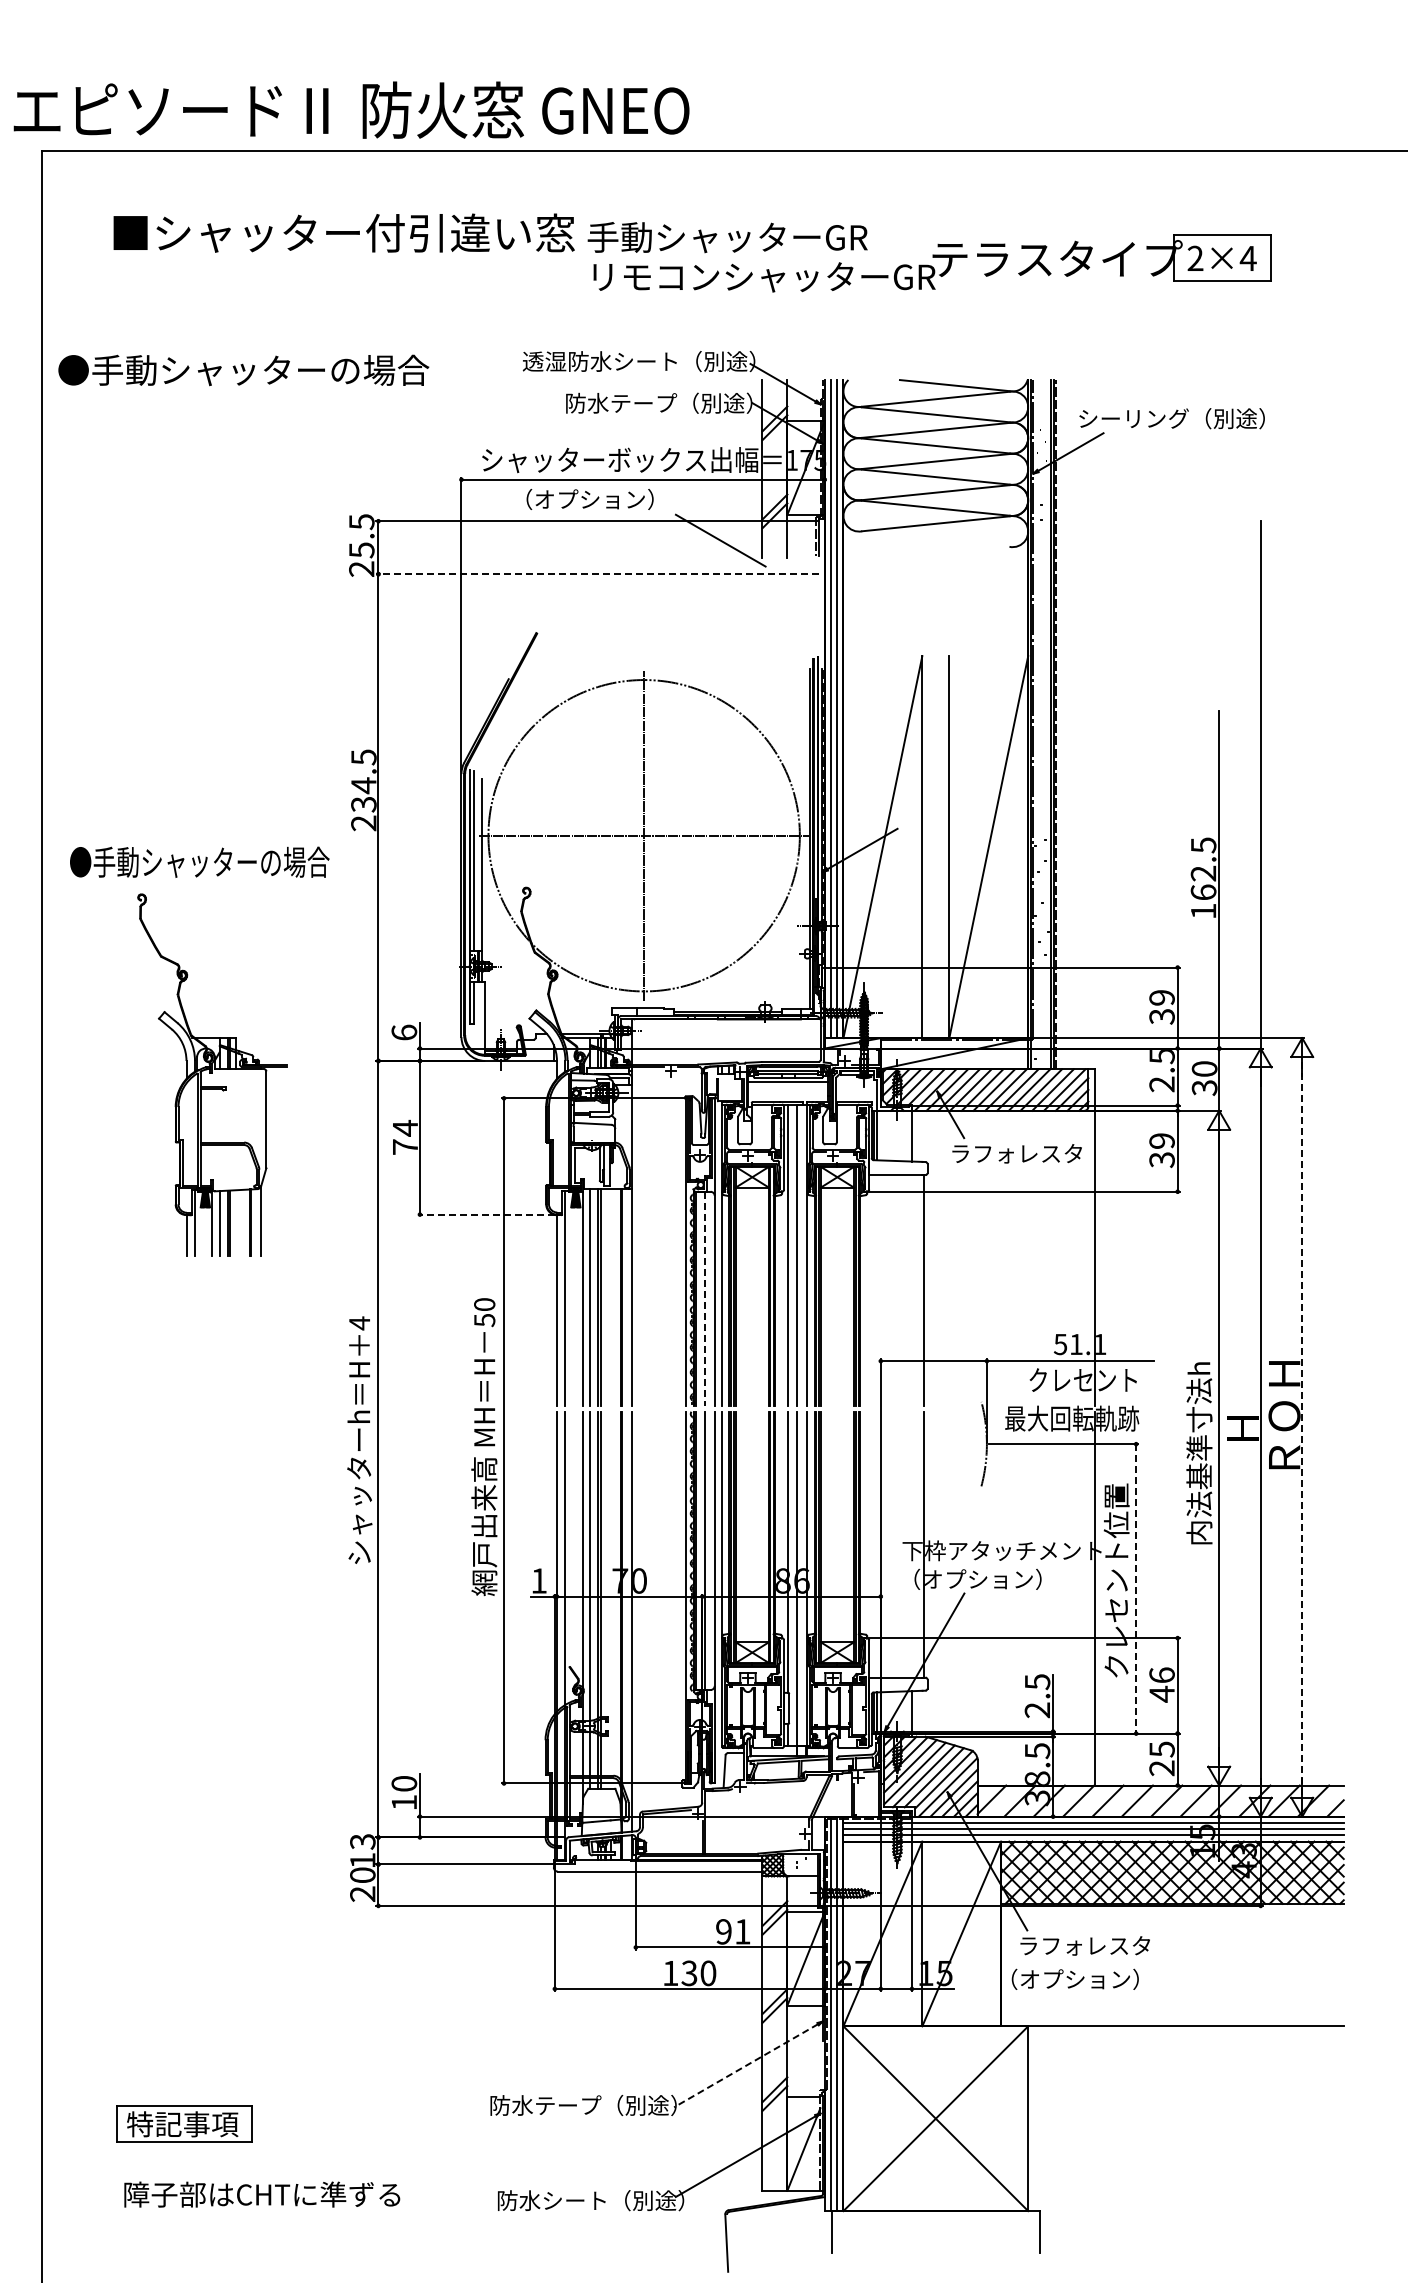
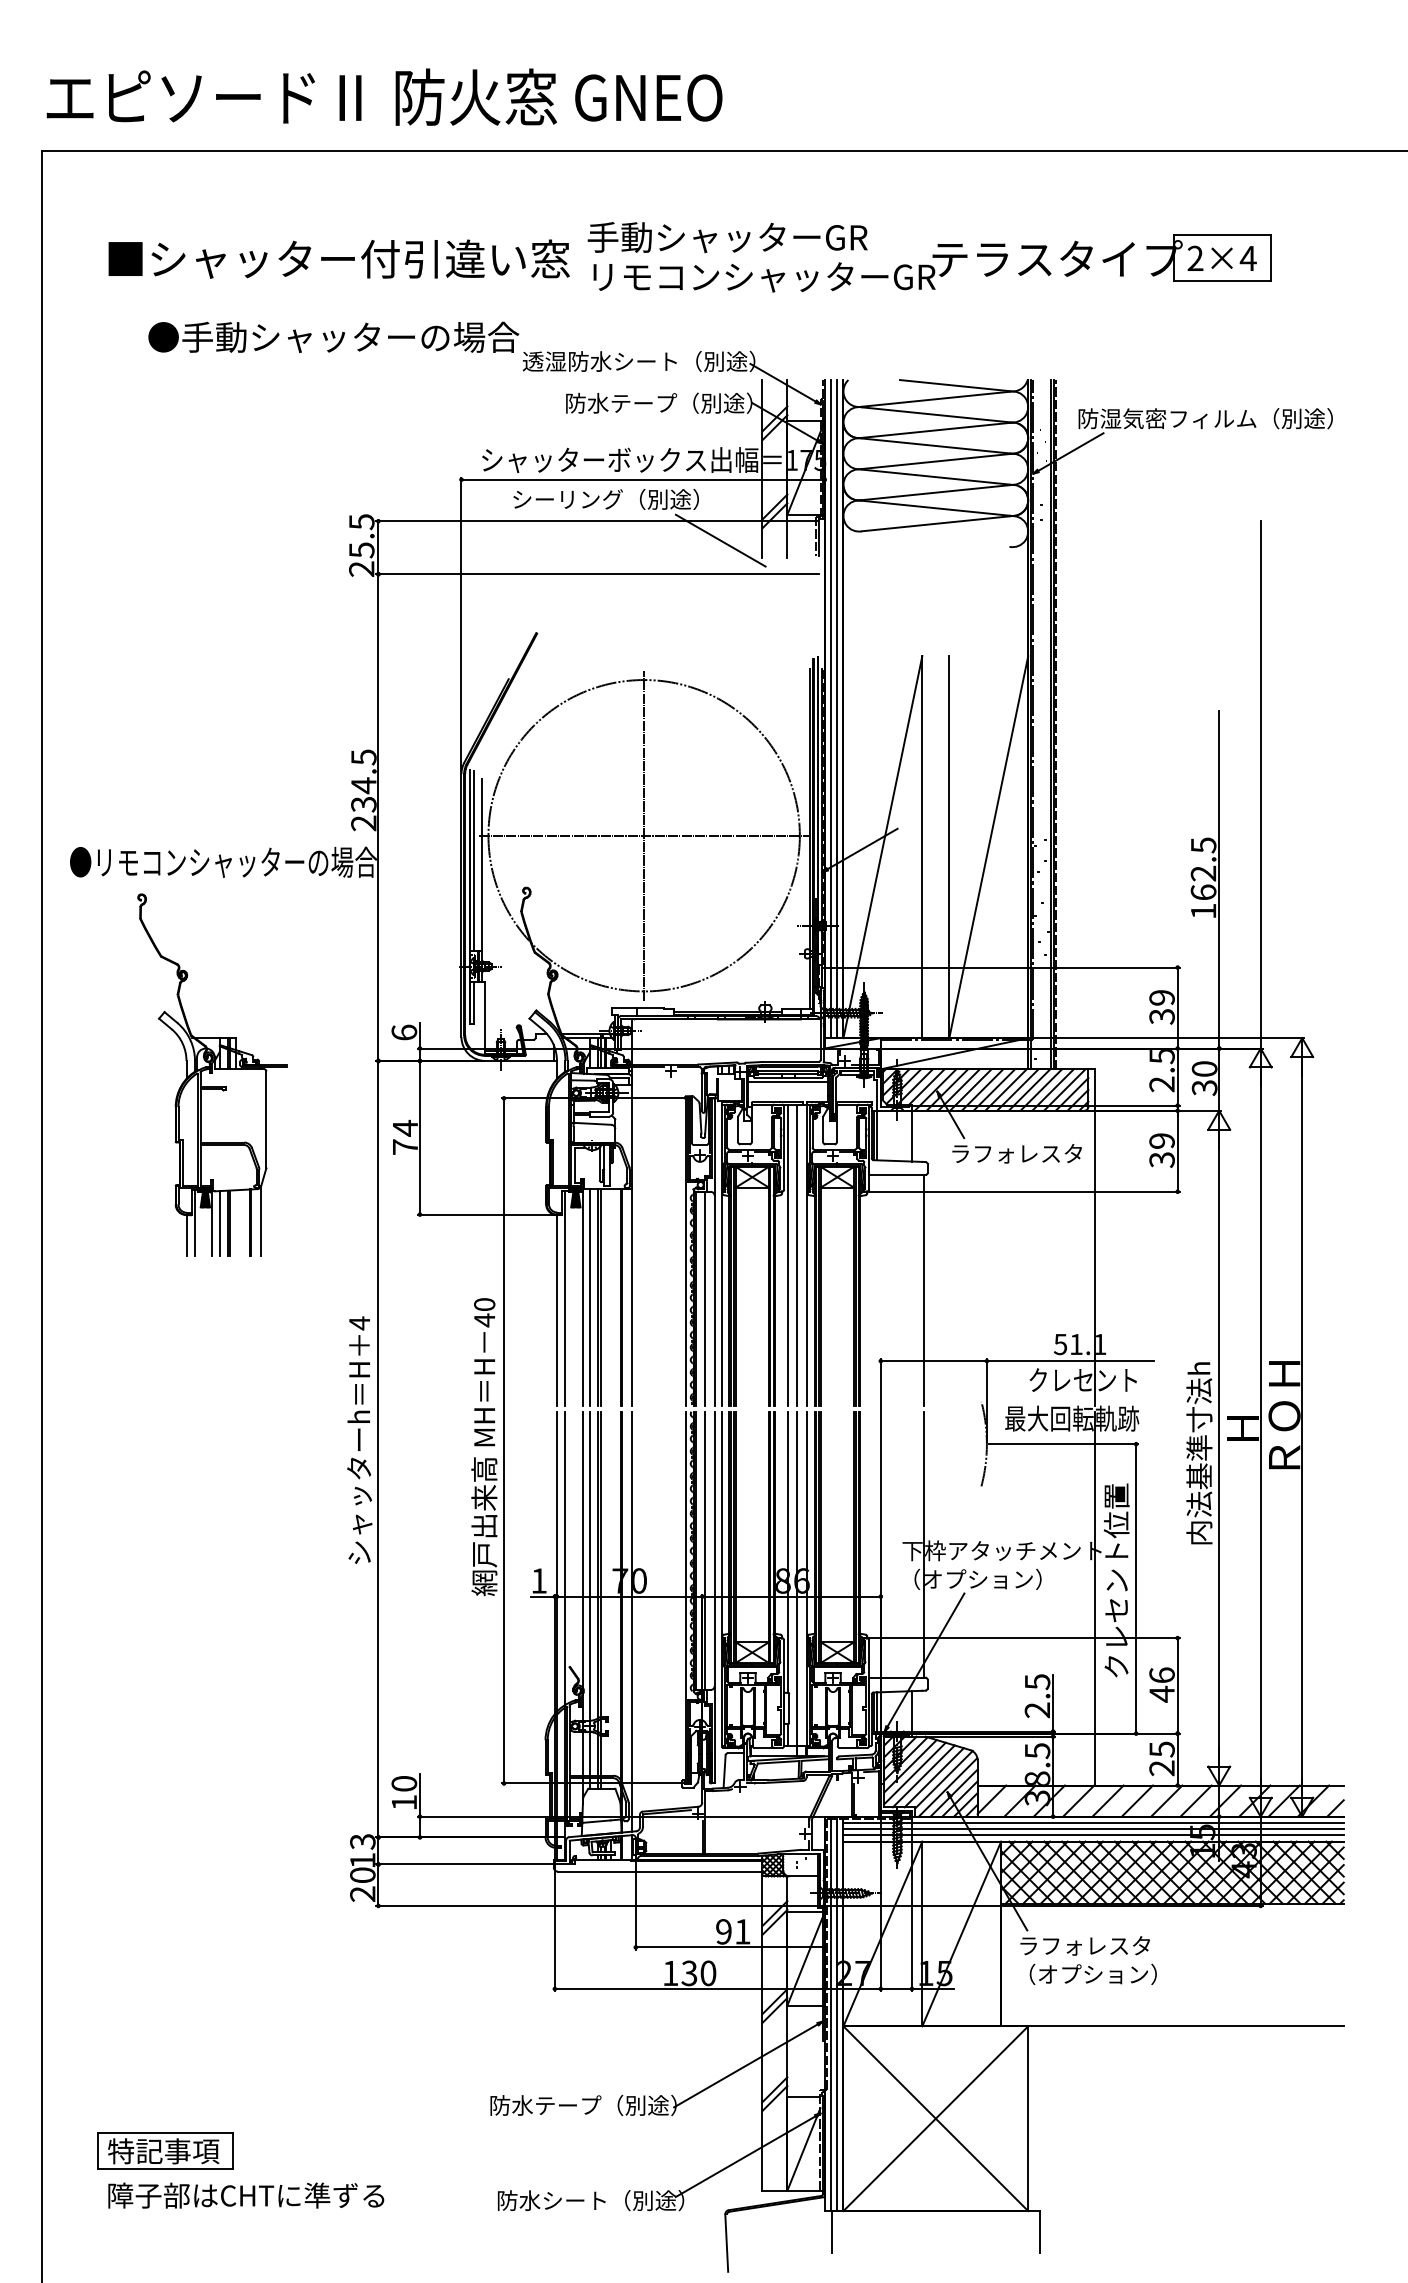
text at (351, 109) position: (351, 109) -> (384, 96)
text at (343, 232) position: (343, 232) -> (338, 258)
text at (243, 370) position: (243, 370) -> (333, 337)
text at (1205, 418): シーリング（別途） -> 防湿気密フィルム（別途）
text at (605, 499): （オプション） -> シーリング（別途）
line at (596, 574): dashed -> solid
text at (234, 861): ●手動シャッターの場合 -> ●リモコンシャッターの場合
line at (486, 1214): dashed -> solid
line at (704, 1298): dashed -> solid
text at (484, 1320): 50 -> 40
line at (1302, 1426): dashed -> solid
line at (1136, 1588): dashed -> solid
text at (1074, 1978) position: (1074, 1978) -> (1092, 1973)
line at (745, 2066): dashed -> solid
part at (184, 2123) position: (184, 2123) -> (165, 2150)
text at (262, 2194) position: (262, 2194) -> (246, 2195)
